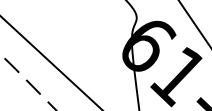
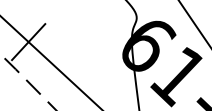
line at (28, 42): none -> present
